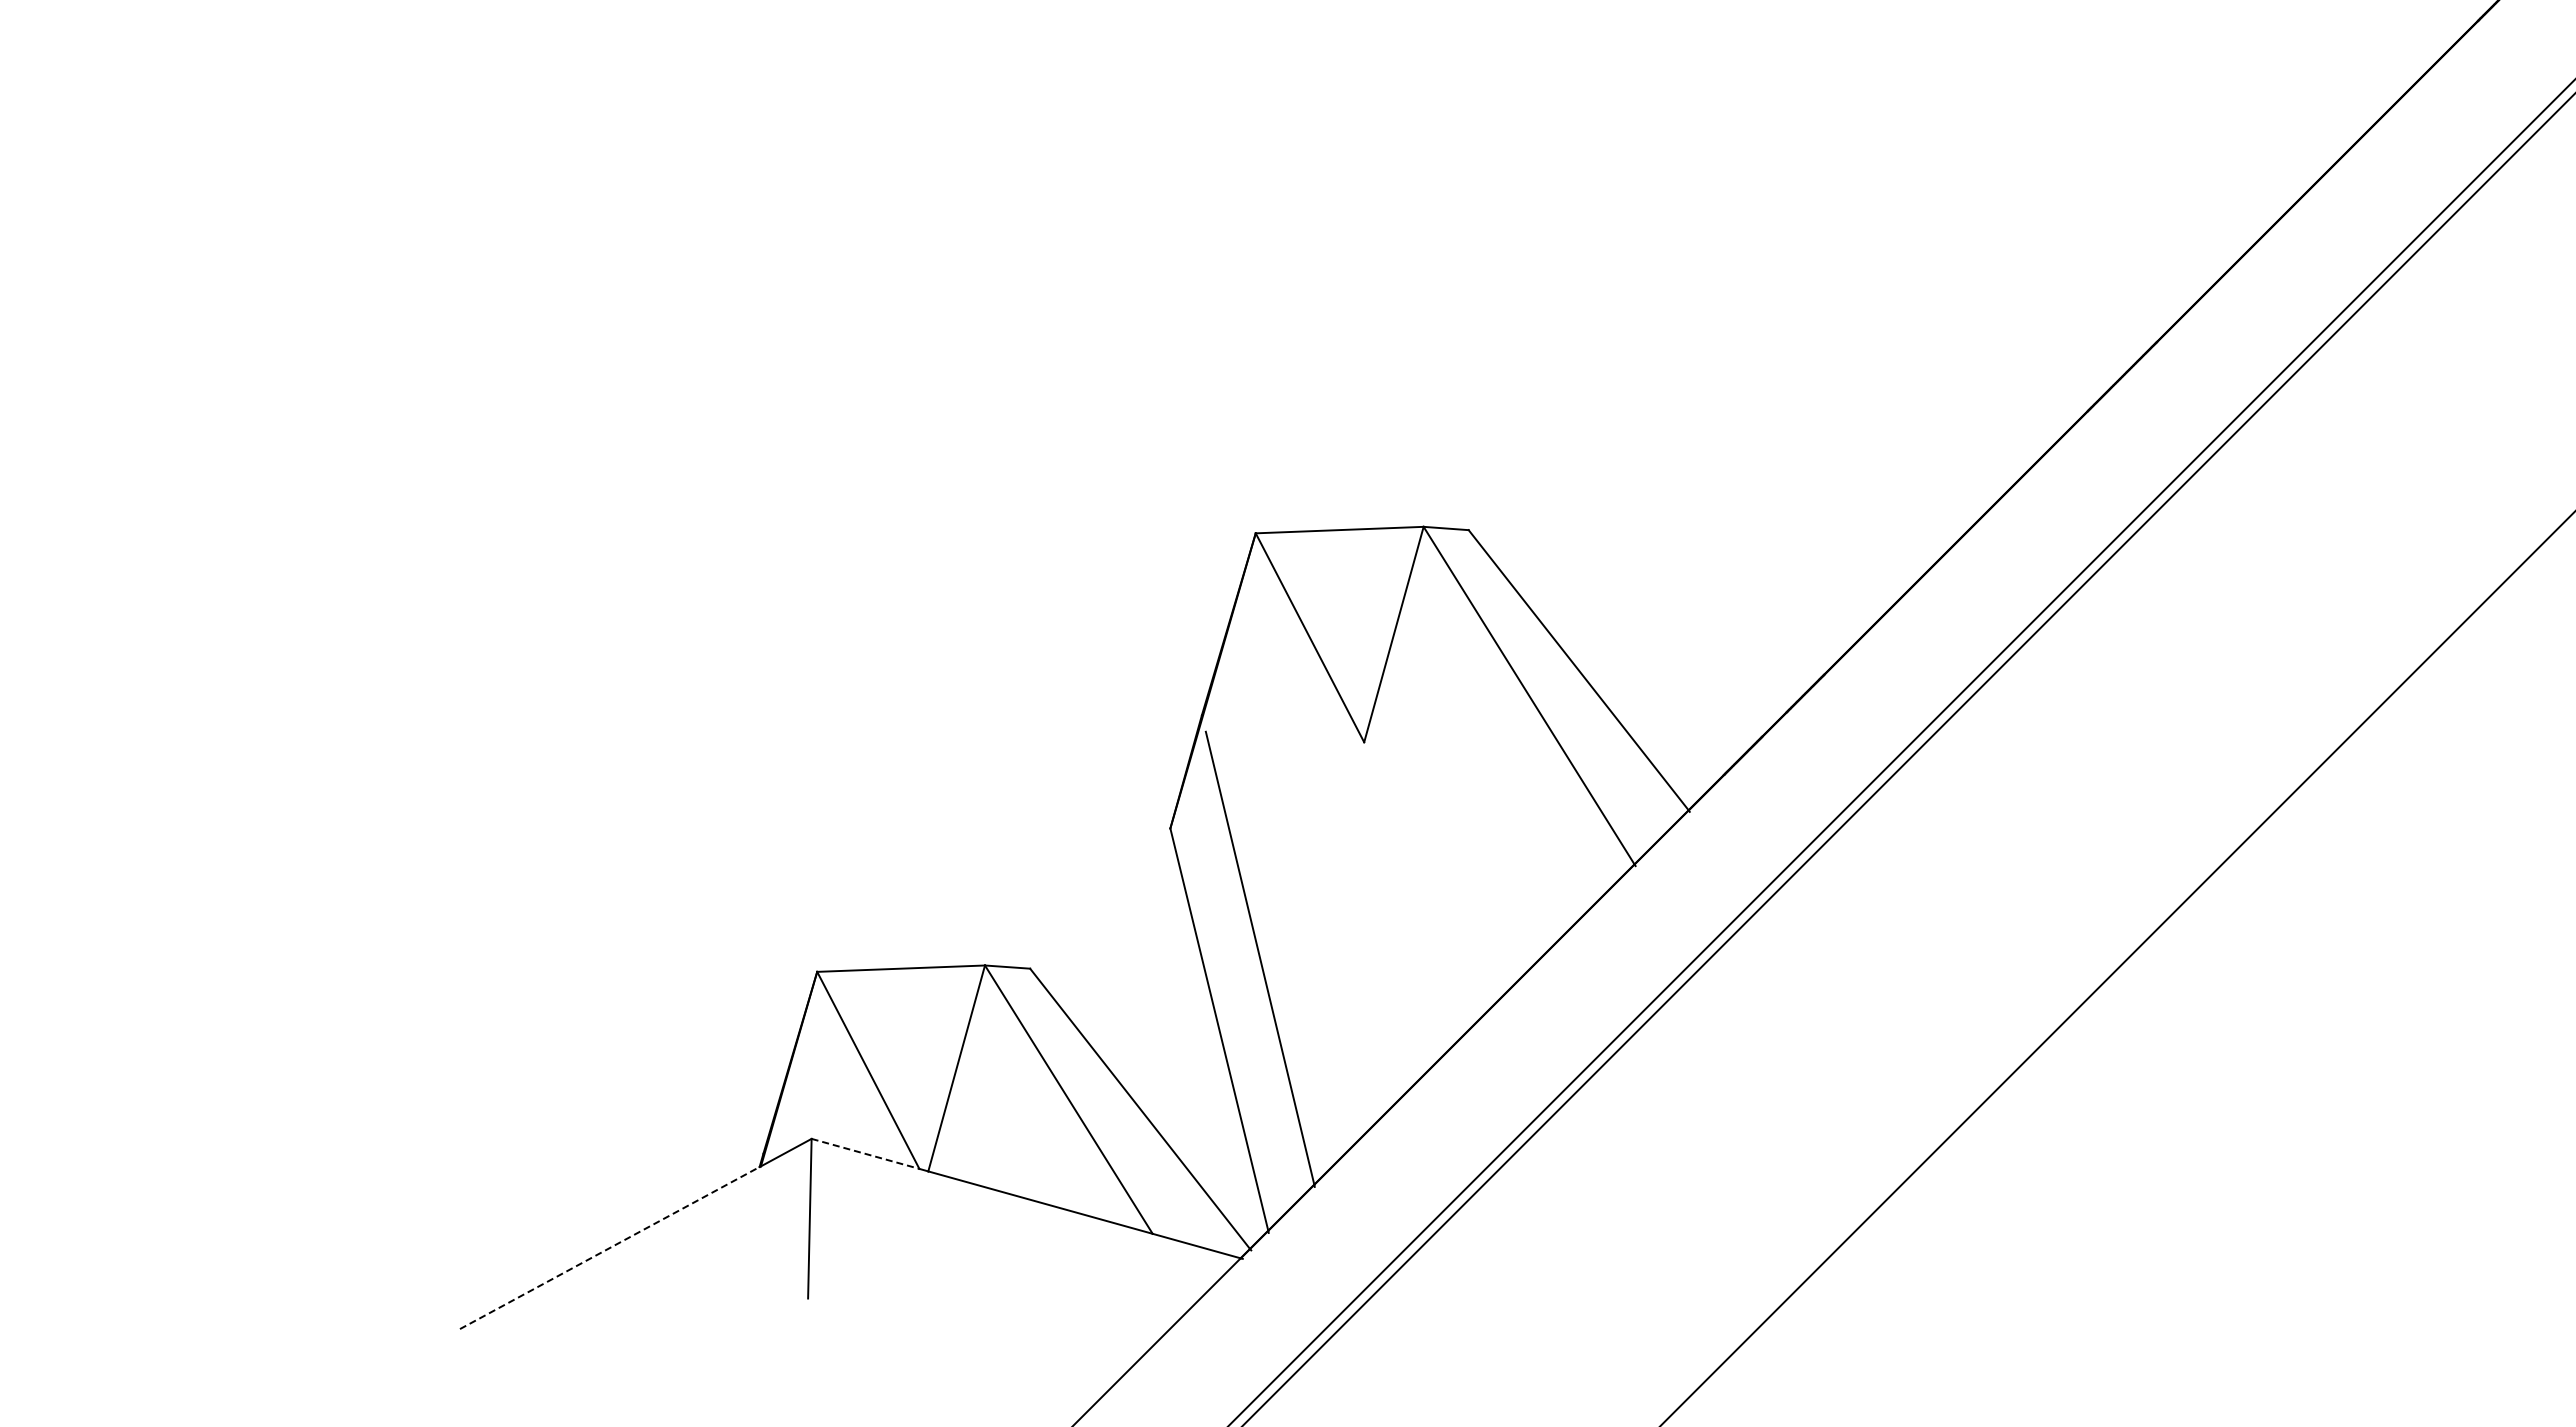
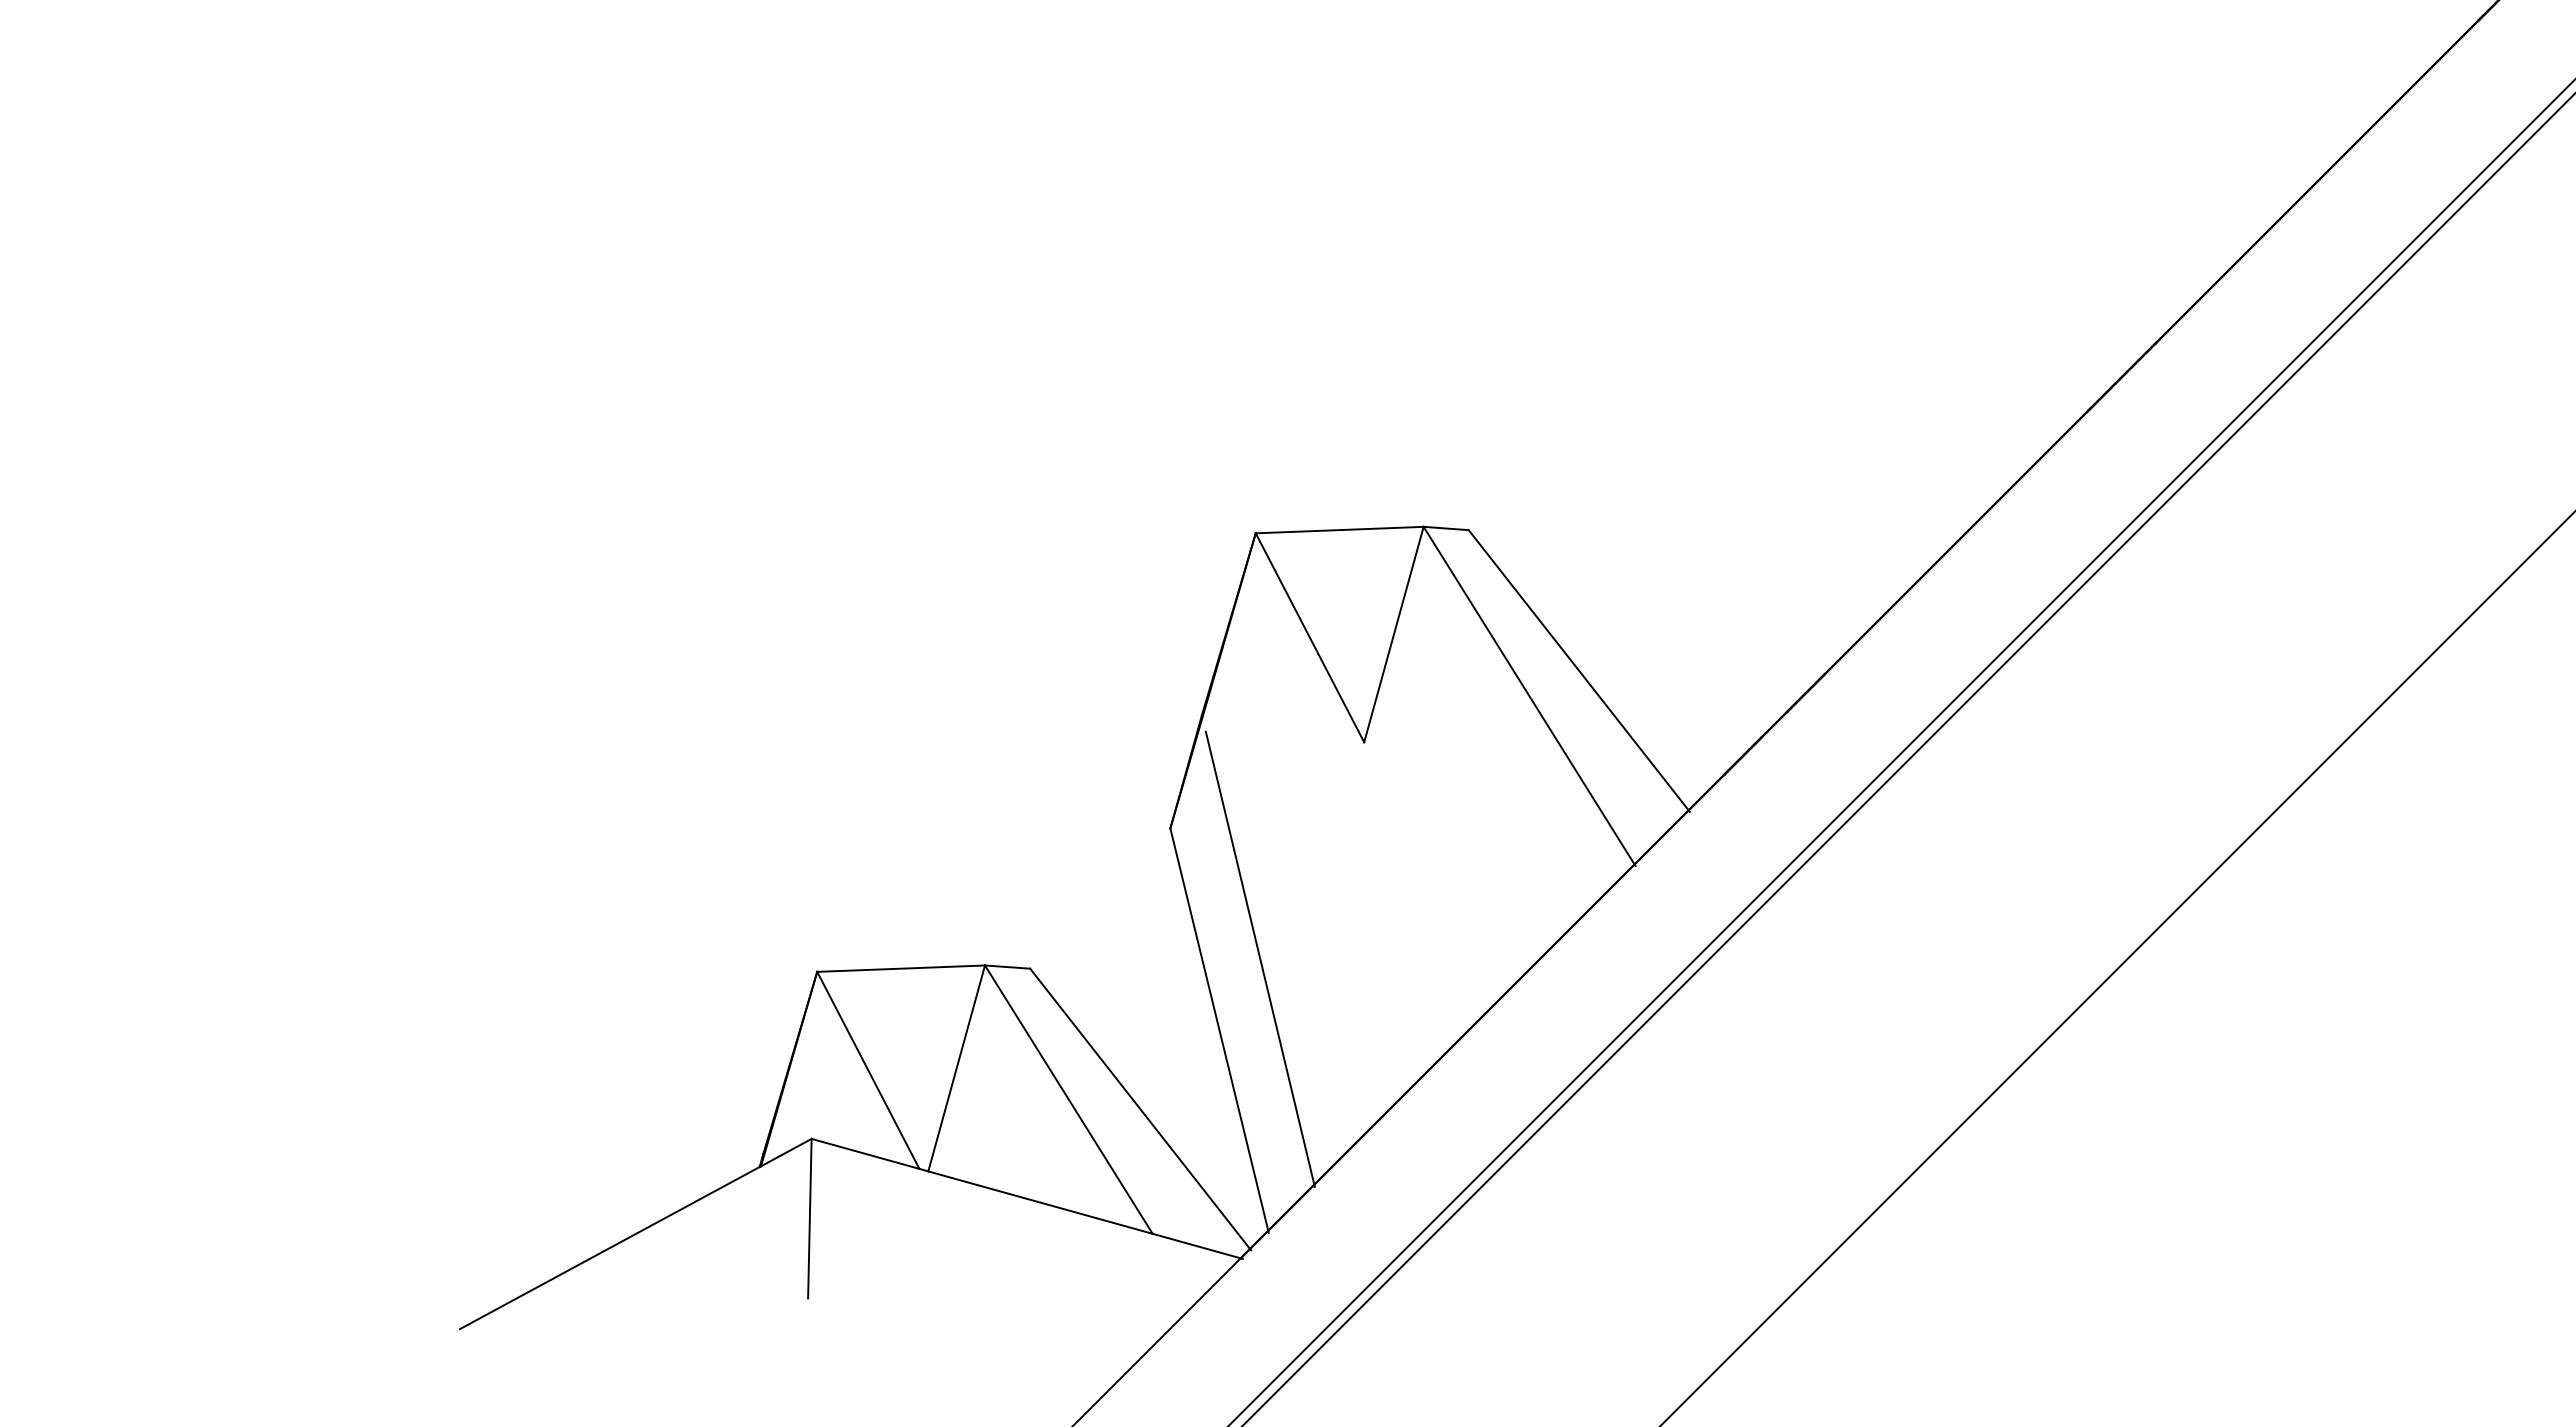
line at (865, 1153): dashed -> solid
line at (610, 1247): dashed -> solid
